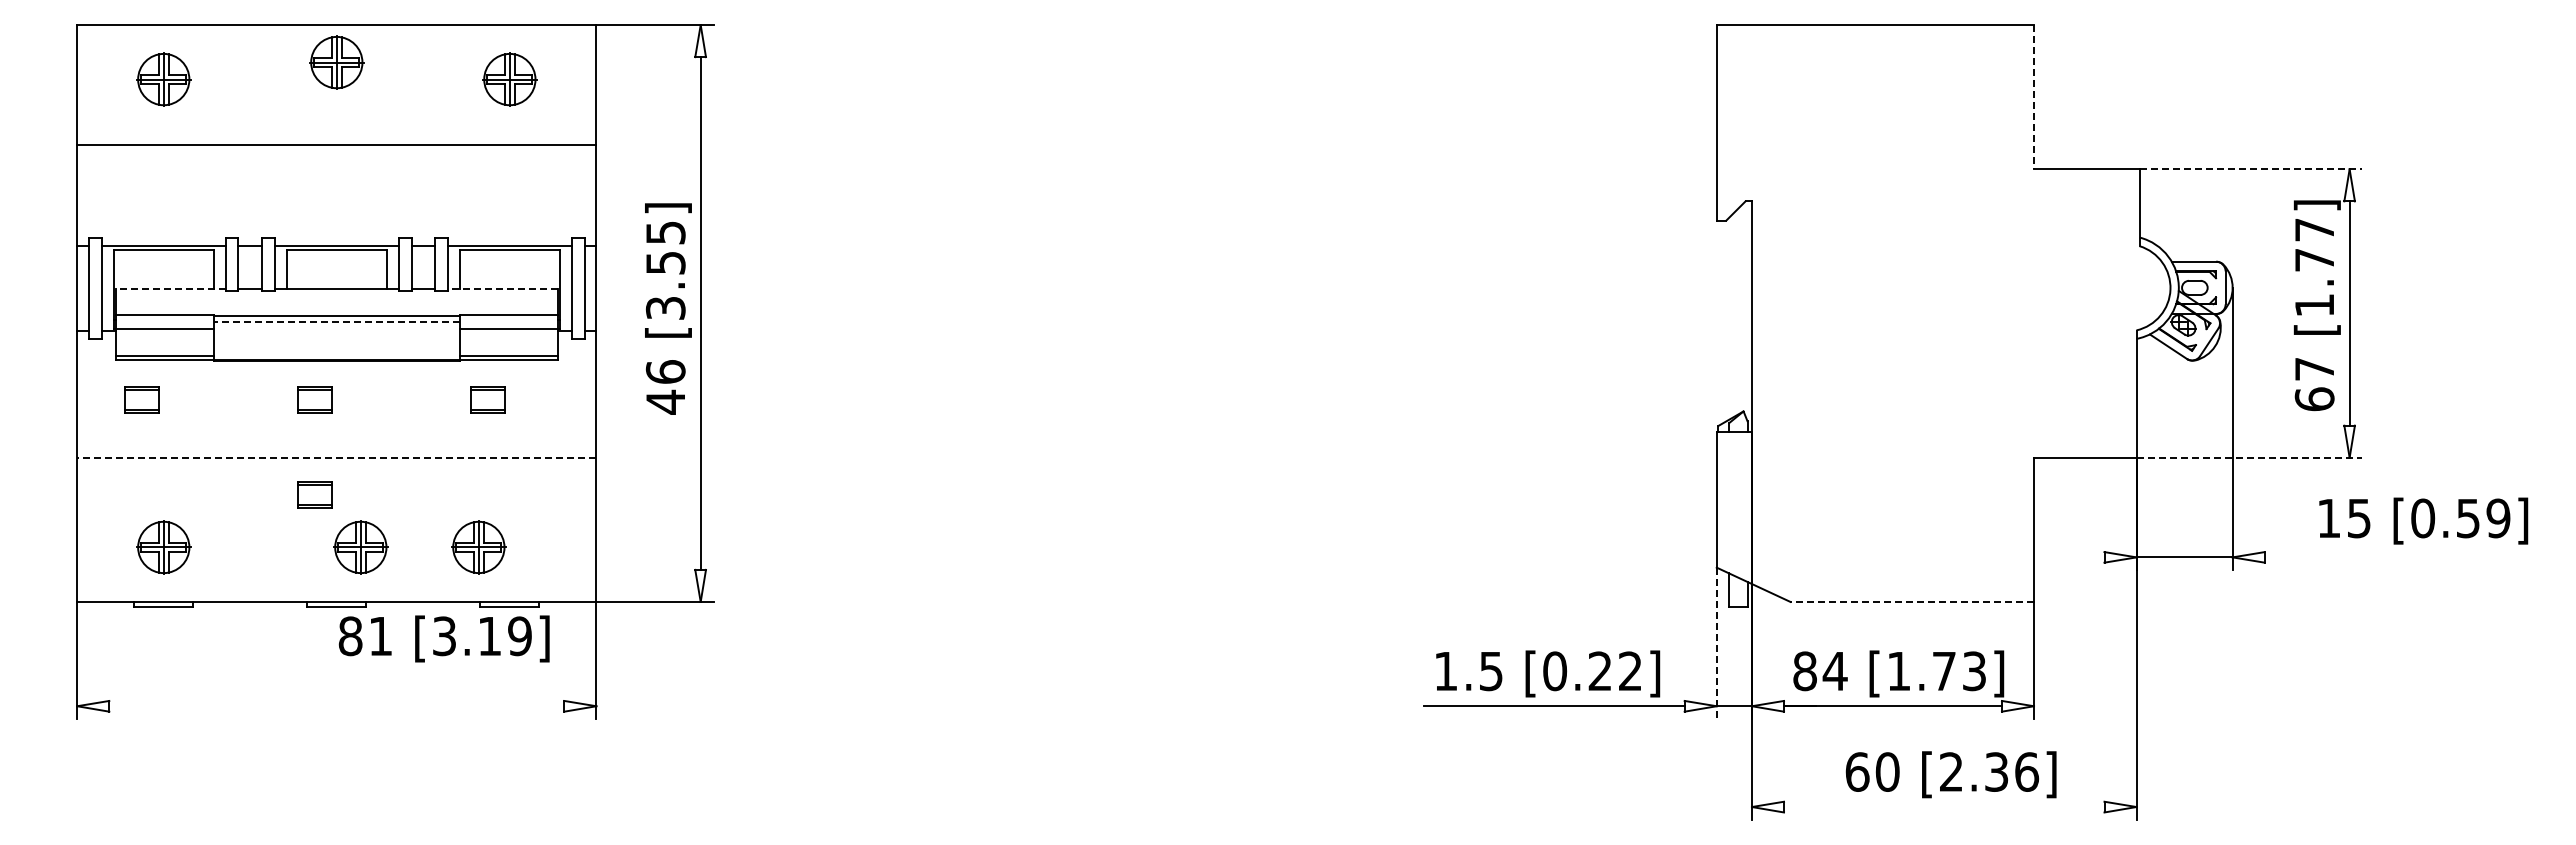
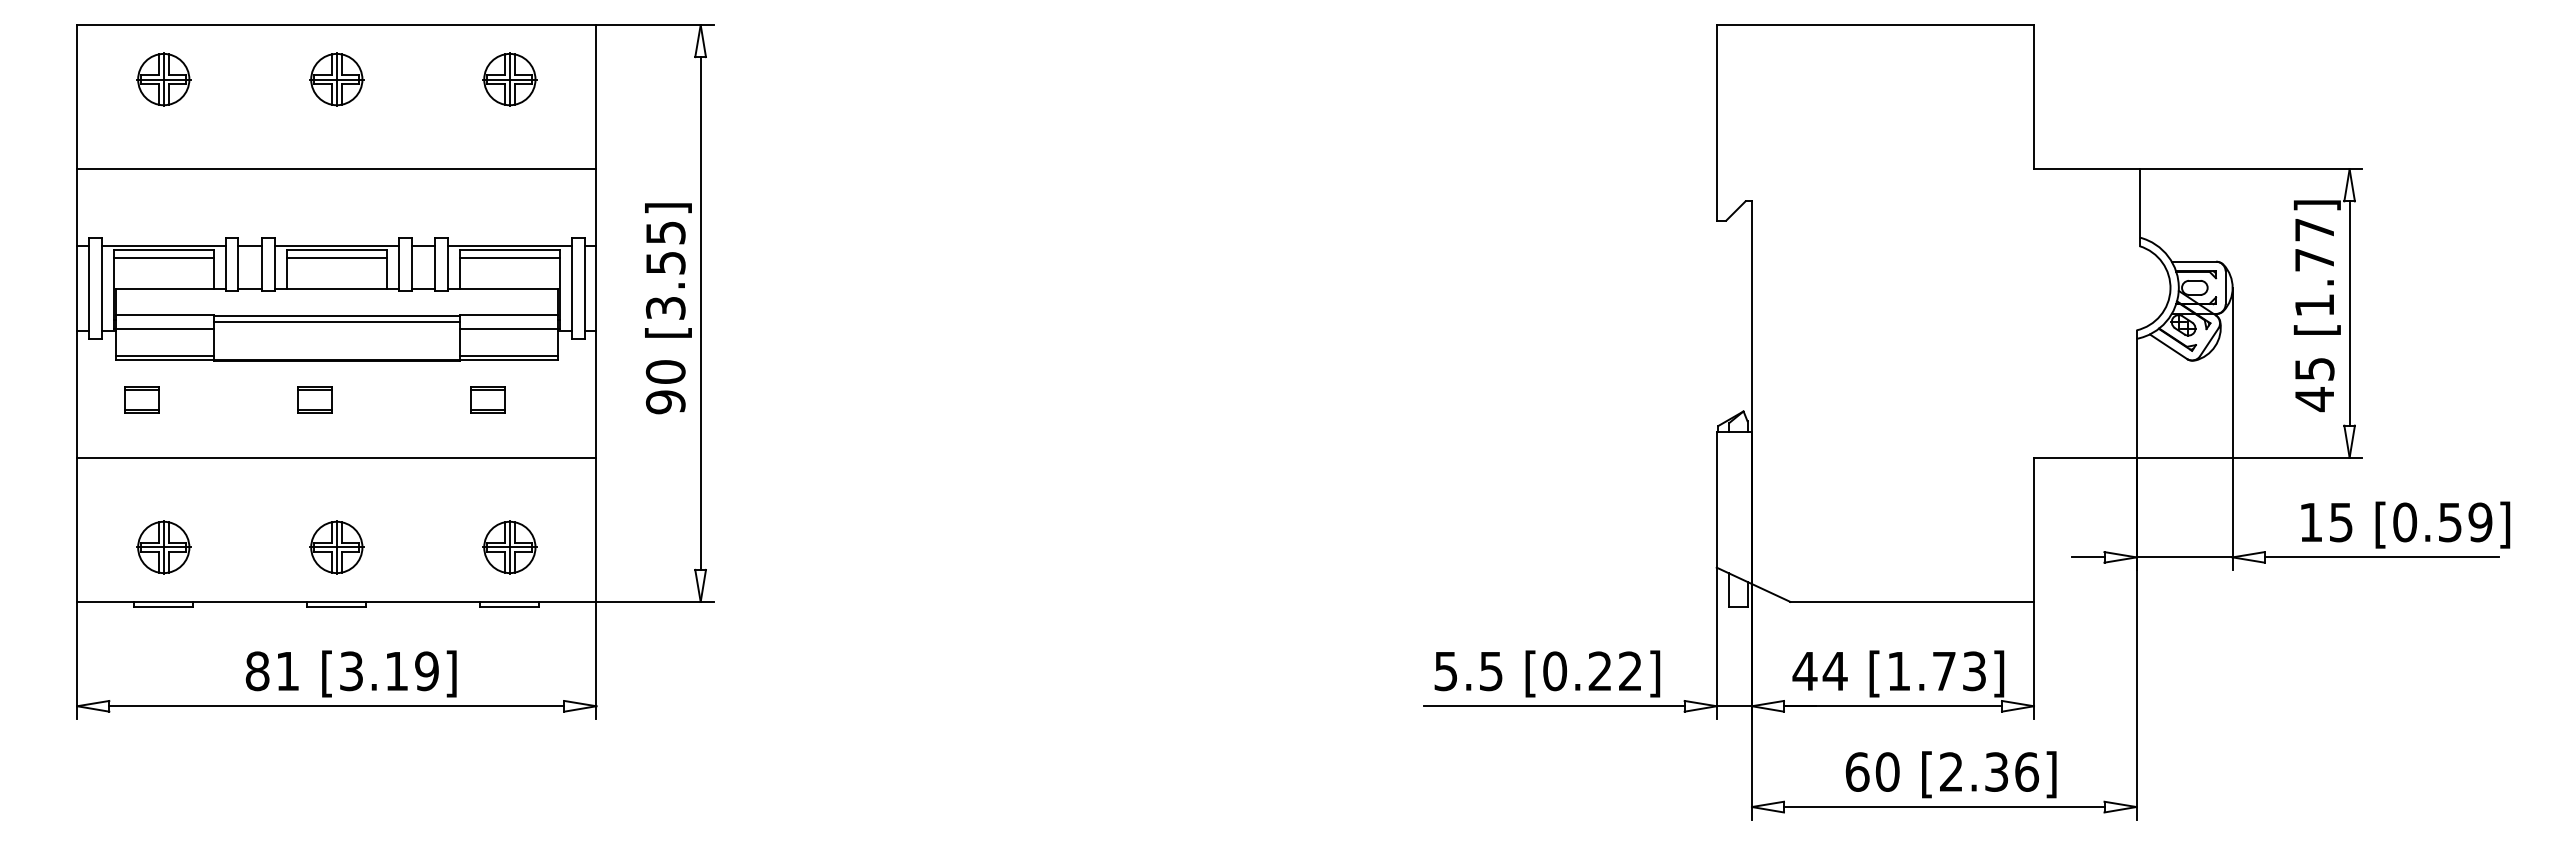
part at (336, 62) position: (336, 62) -> (336, 79)
line at (2033, 97): dashed -> solid
line at (336, 145) position: (336, 145) -> (336, 169)
line at (2251, 169): dashed -> solid
line at (163, 257): none -> present
line at (336, 257): none -> present
line at (509, 257): none -> present
line at (170, 289): dashed -> solid
line at (502, 289): dashed -> solid
line at (336, 322): dashed -> solid
text at (2314, 385): 67 -> 45
text at (665, 387): 46 -> 90
line at (336, 457): dashed -> solid
line at (2249, 457): dashed -> solid
part at (314, 494): present -> none
text at (2423, 520) position: (2423, 520) -> (2405, 524)
part at (360, 547) position: (360, 547) -> (336, 547)
part at (478, 547) position: (478, 547) -> (509, 547)
line at (2088, 557): none -> present
line at (2381, 557): none -> present
line at (1912, 601): dashed -> solid
text at (443, 638) position: (443, 638) -> (350, 673)
line at (1716, 643): dashed -> solid
text at (1445, 671): 1.5 -> 5.5
text at (1804, 671): 84 -> 44
line at (336, 706): none -> present
line at (1944, 807): none -> present
